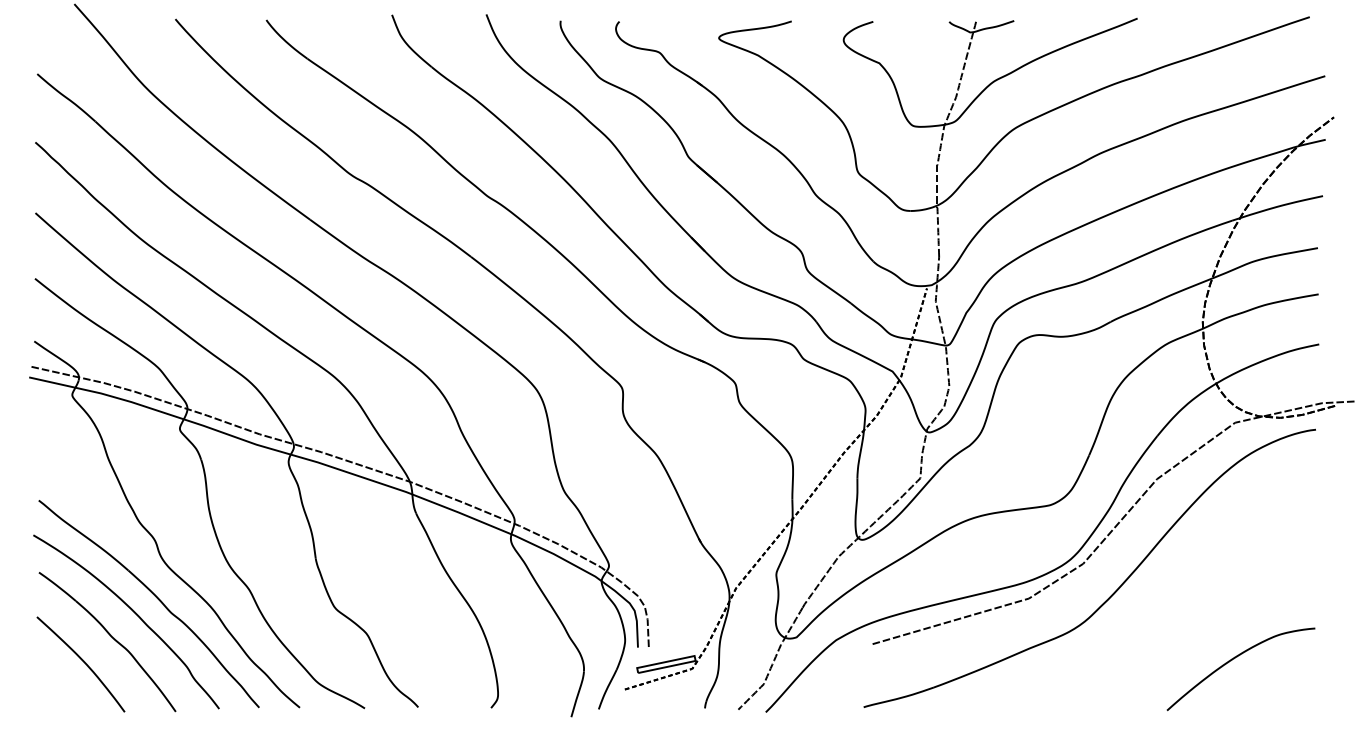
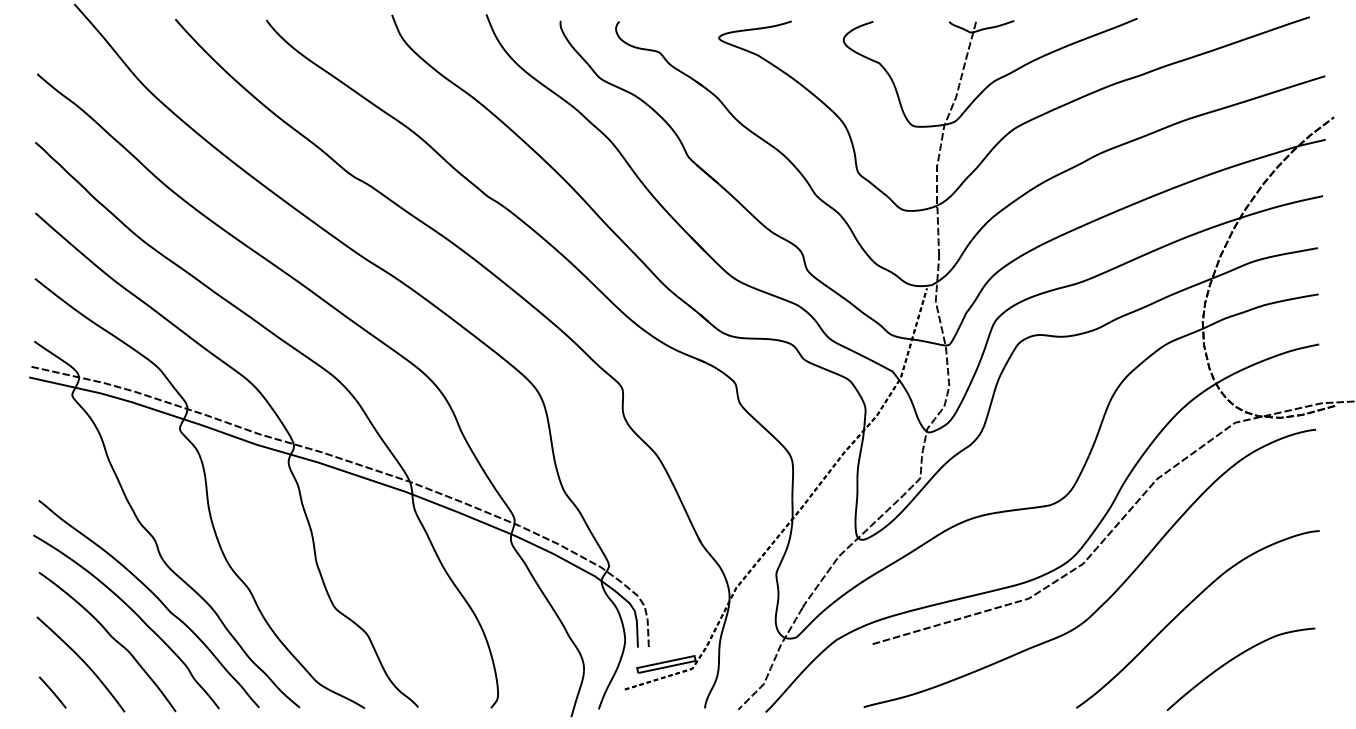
curve at (1186, 608): none -> present
line at (52, 692): none -> present
